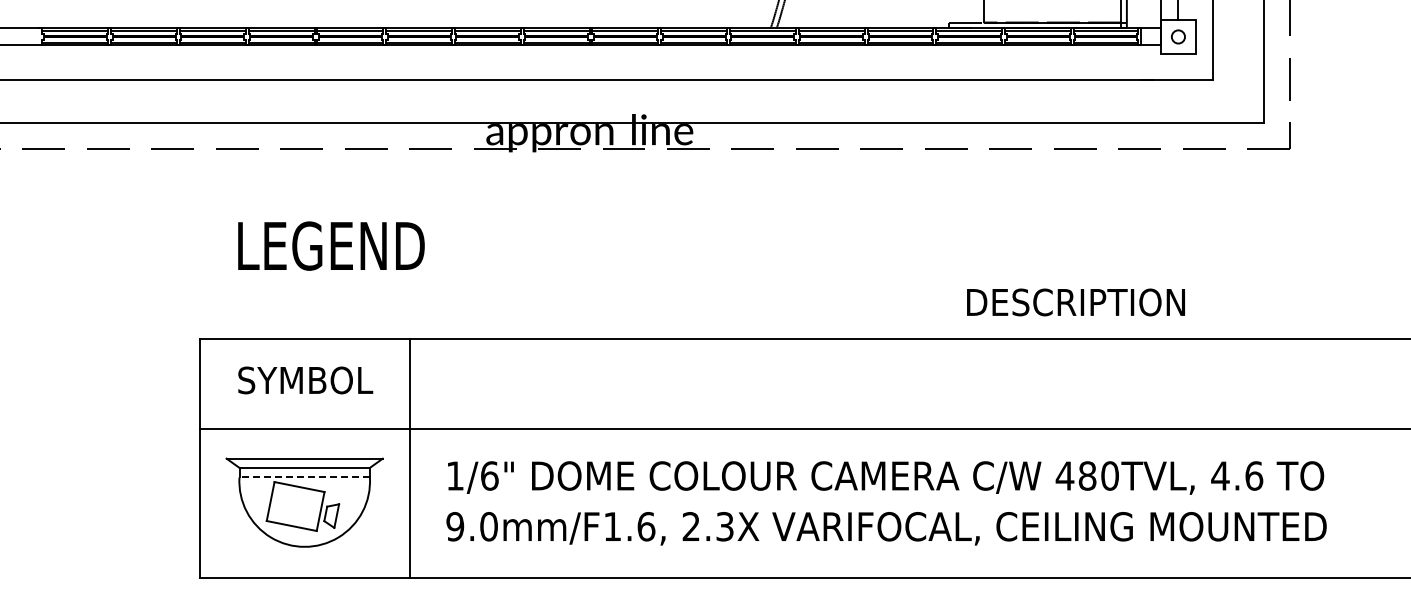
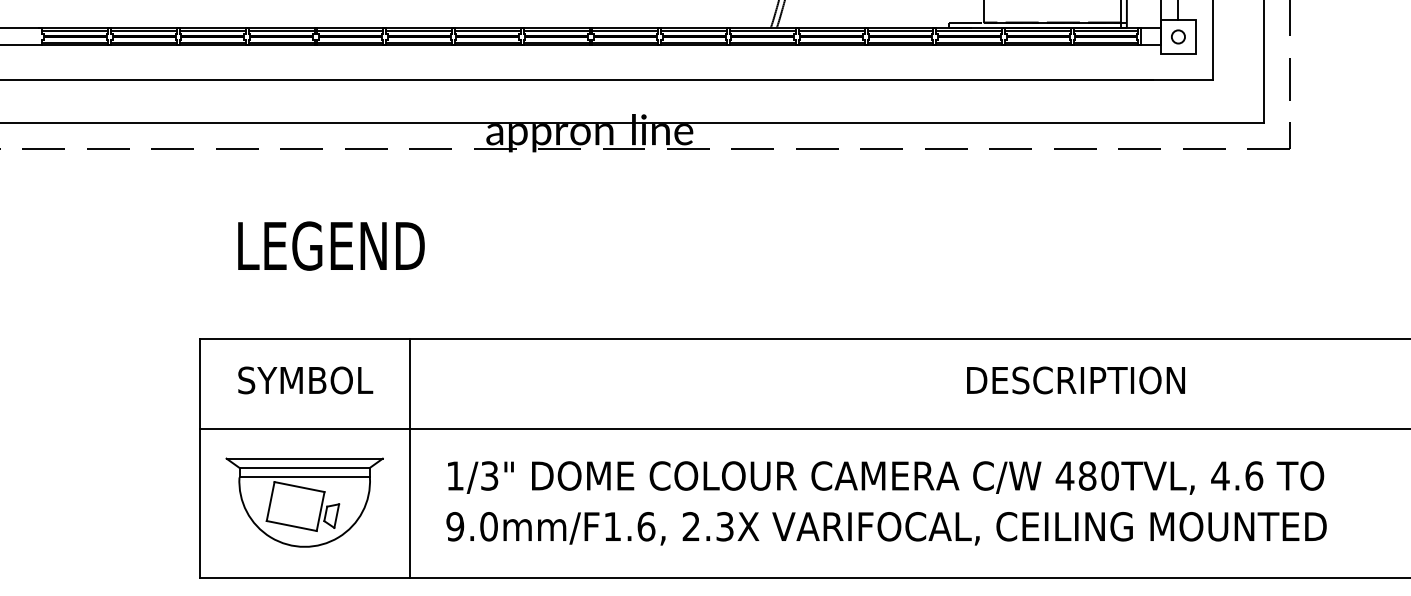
text at (1075, 302) position: (1075, 302) -> (1075, 380)
text at (489, 475): 1/6" -> 1/3"
line at (304, 477): dashed -> solid
